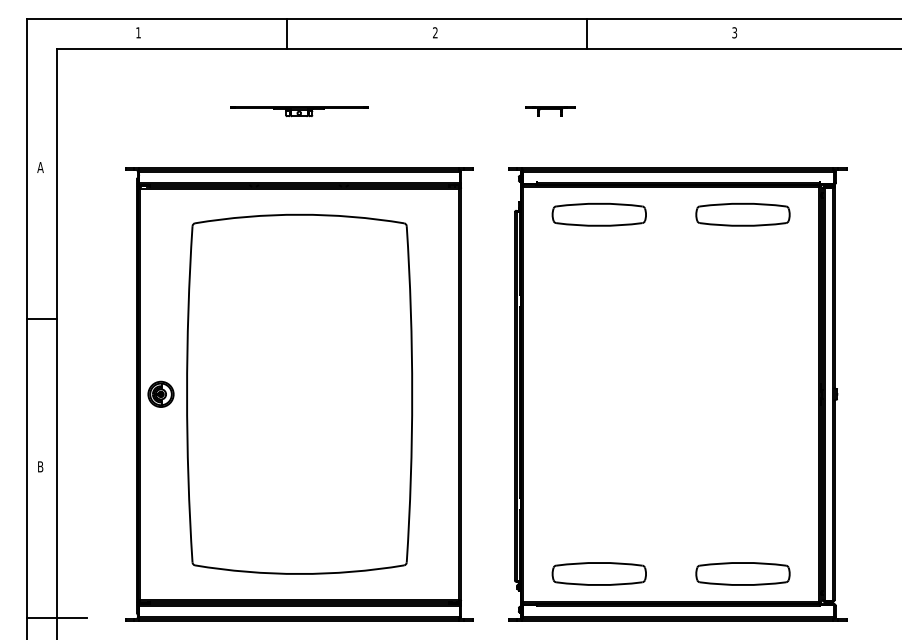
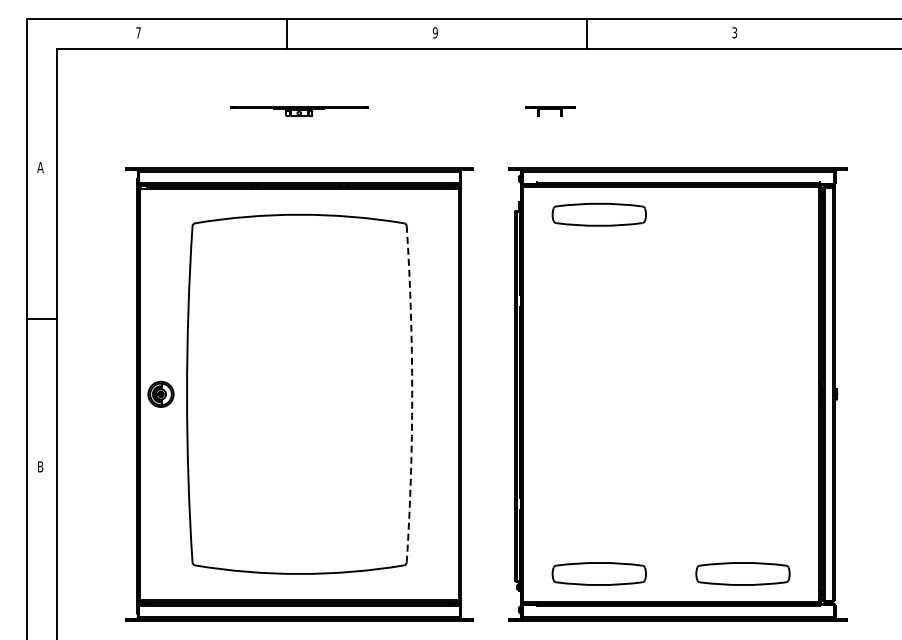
text at (138, 32): 1 -> 7
text at (434, 32): 2 -> 9
part at (742, 214): present -> none
arc at (412, 394): solid -> dashed
line at (56, 617): present -> none
